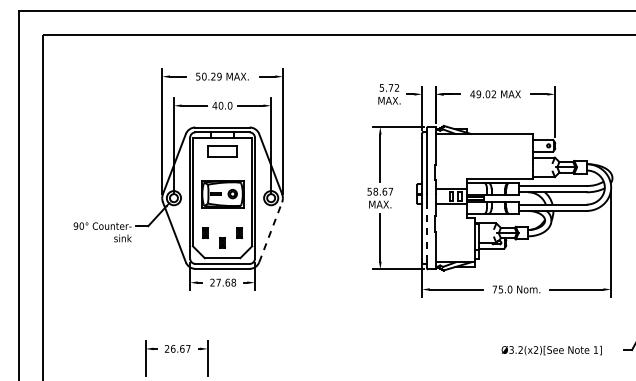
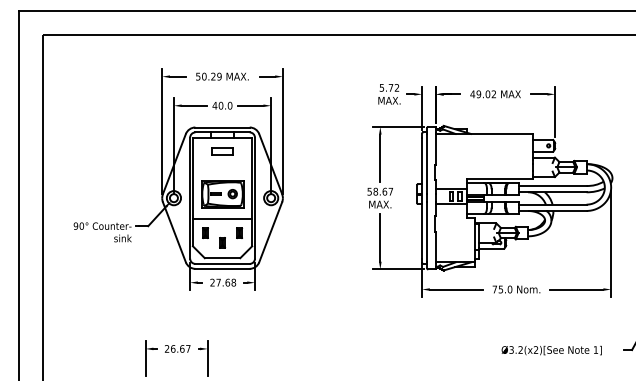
part at (222, 151) size: 31x13 px -> 23x9 px
line at (222, 218): none -> present
line at (270, 231): dashed -> solid
line at (427, 232): dashed -> solid
